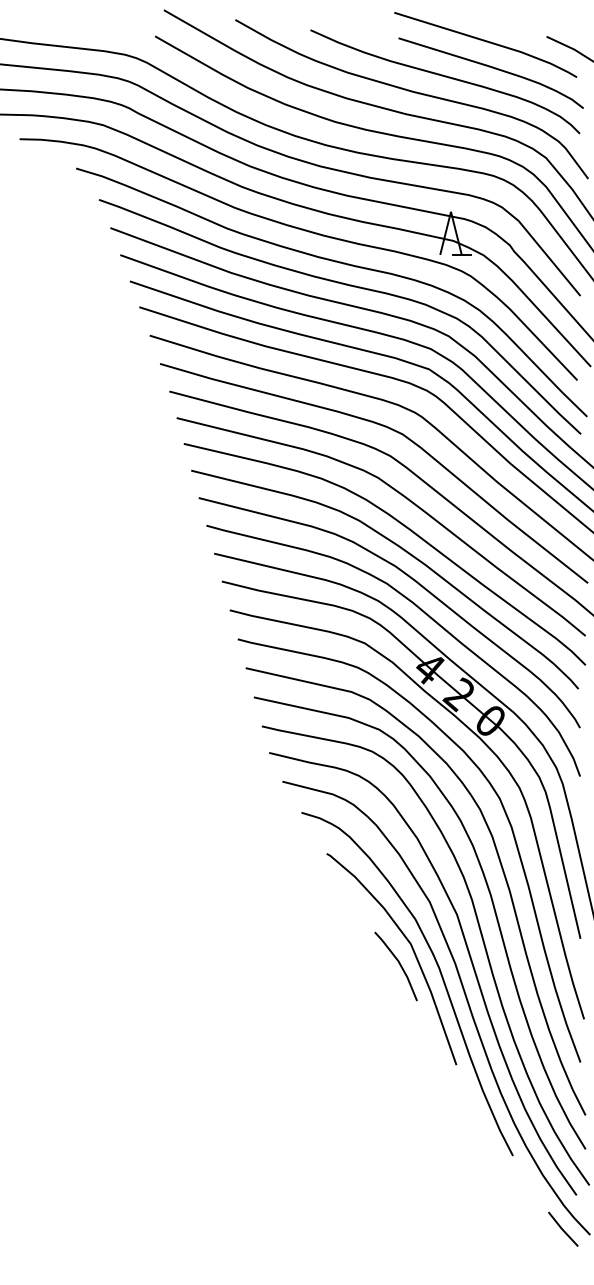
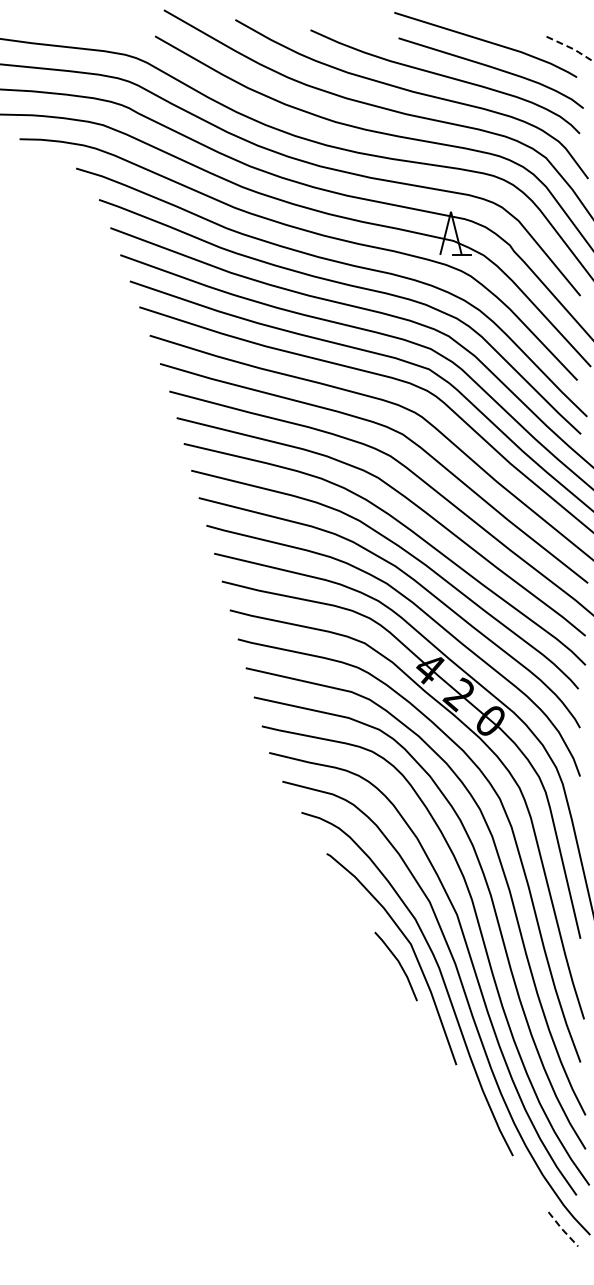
line at (571, 48): solid -> dashed
line at (562, 1229): solid -> dashed
